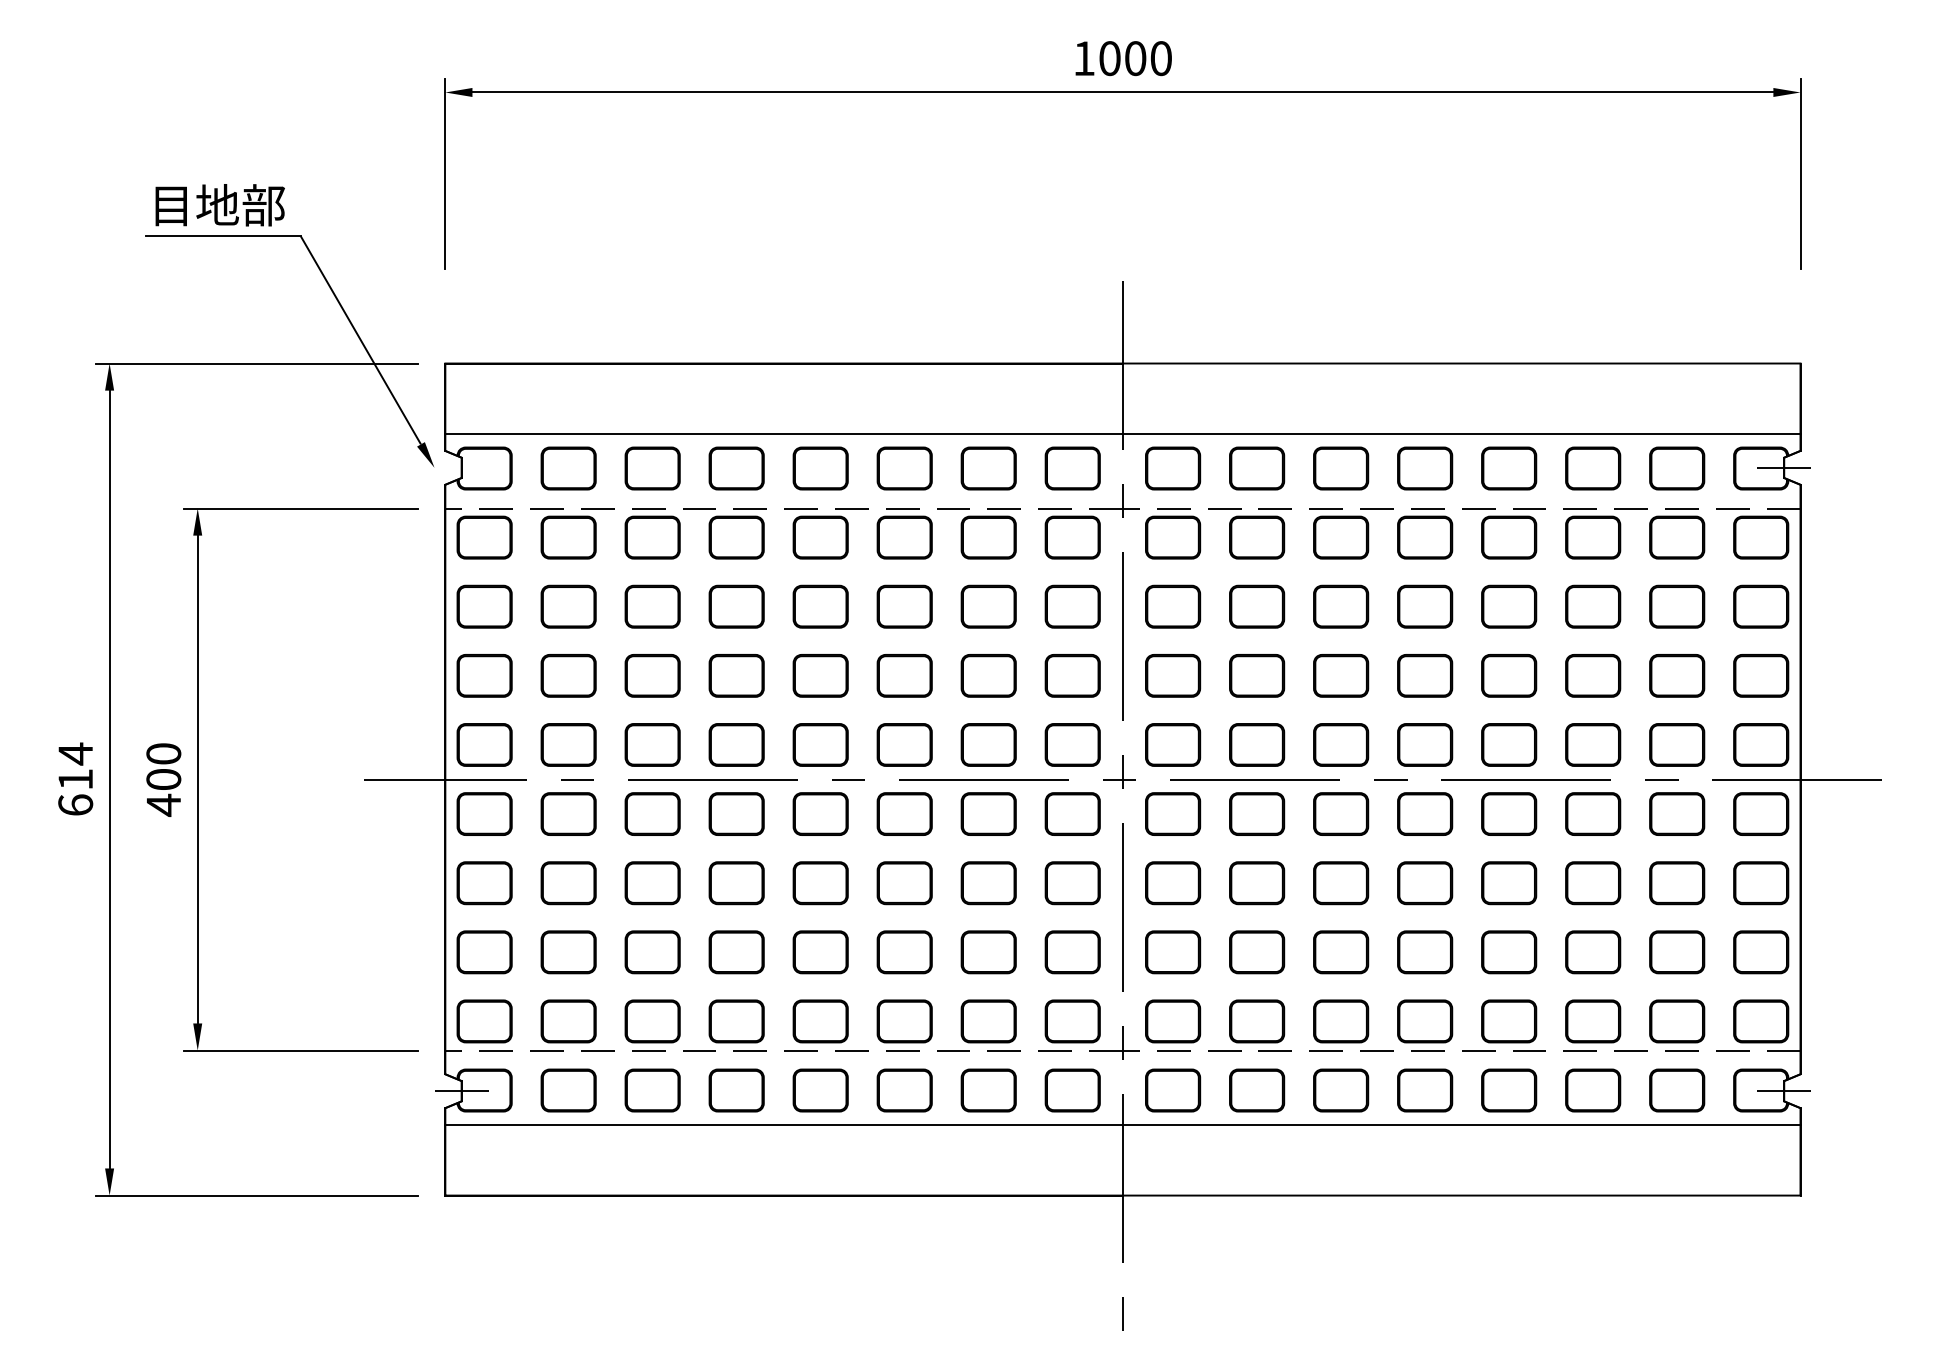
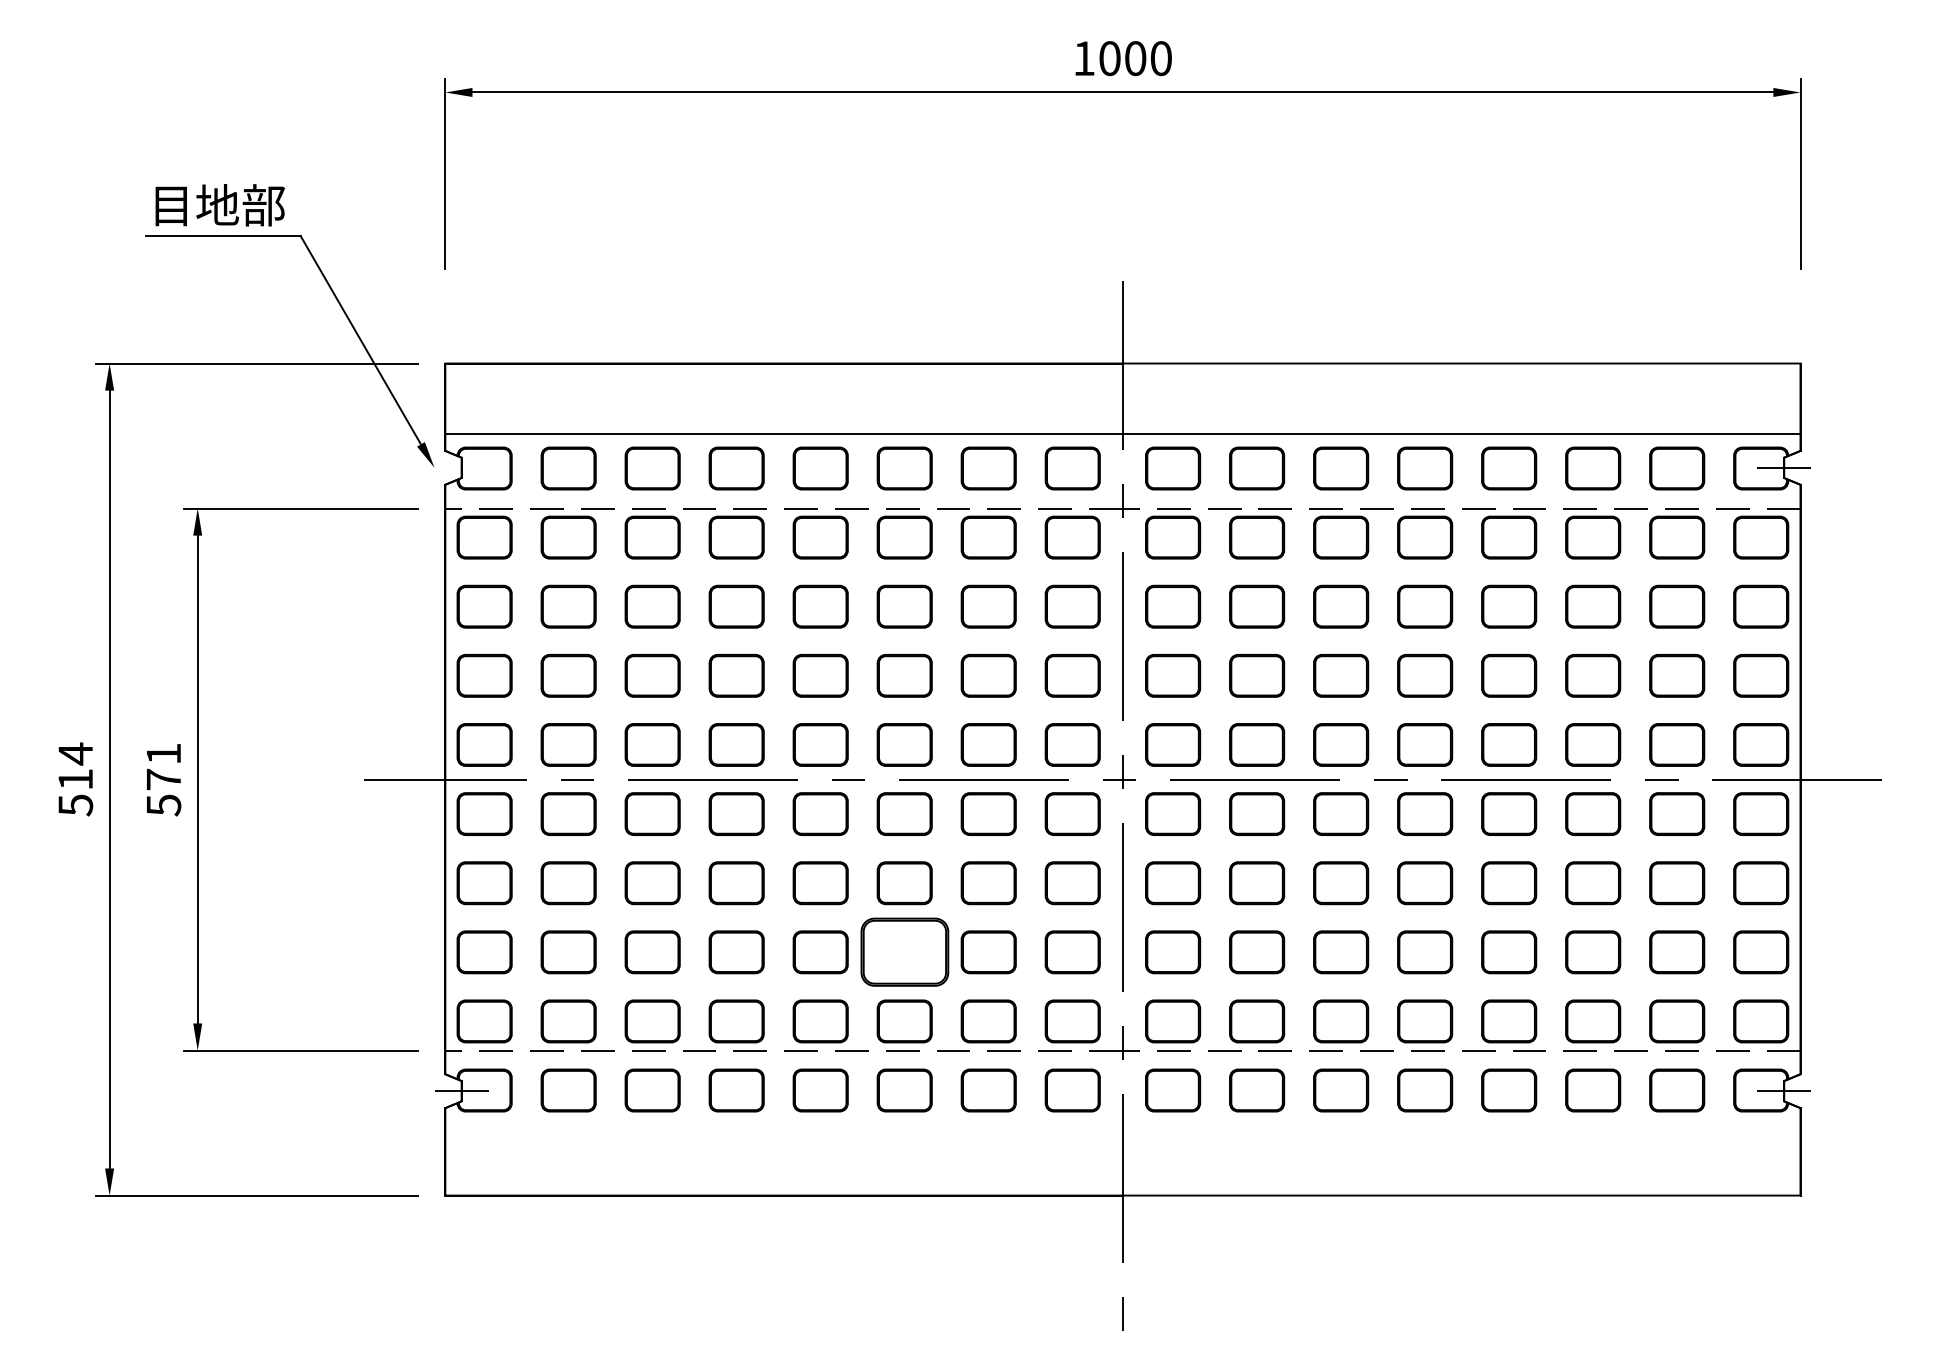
text at (163, 779): 400 -> 571
text at (75, 805): 614 -> 514
part at (904, 952) size: 57x45 px -> 90x70 px
line at (1122, 1125): present -> none
